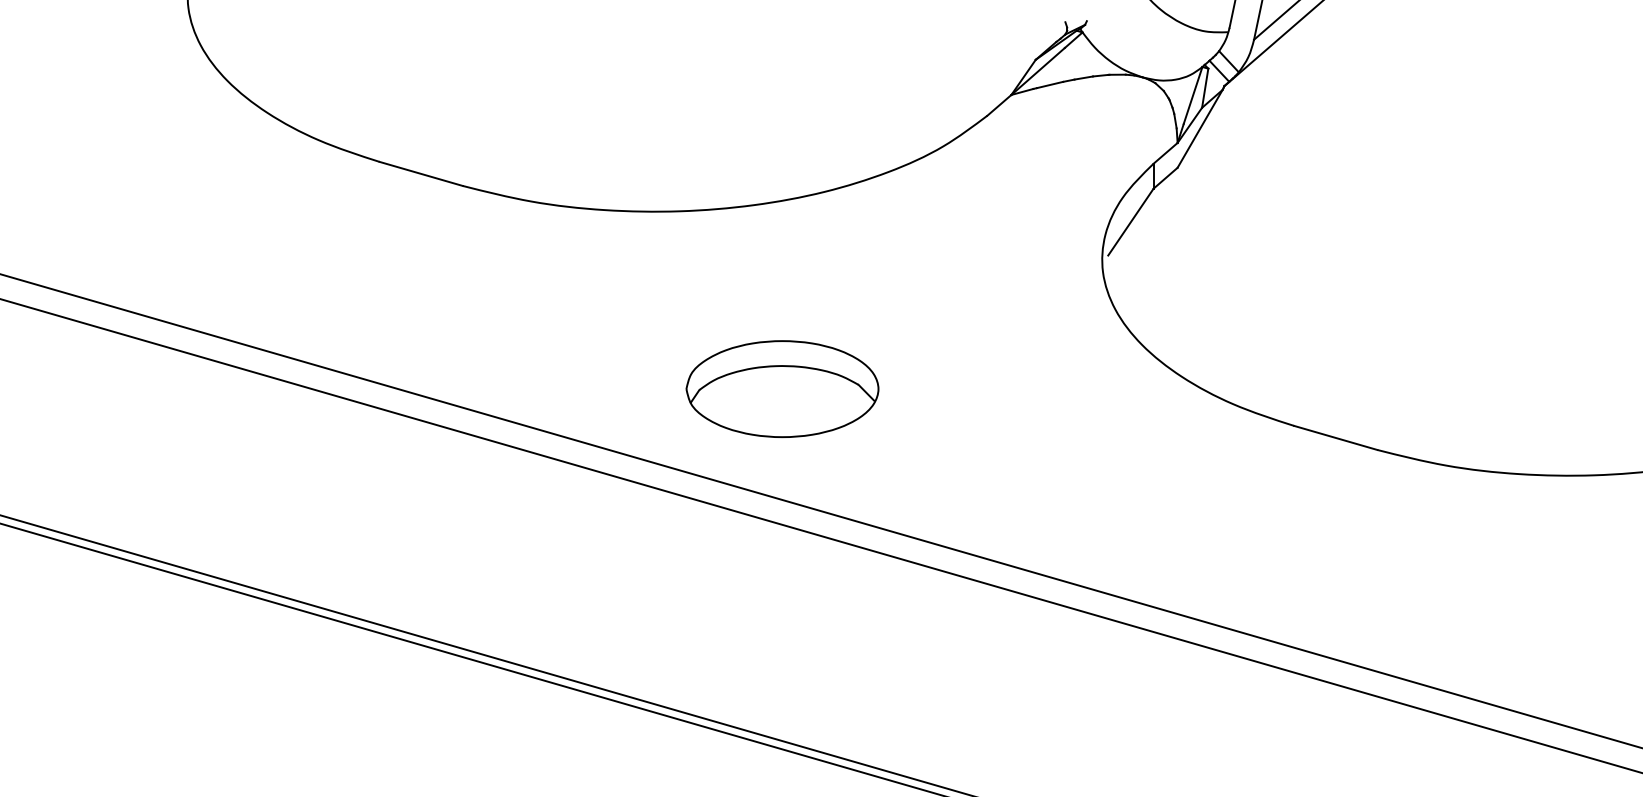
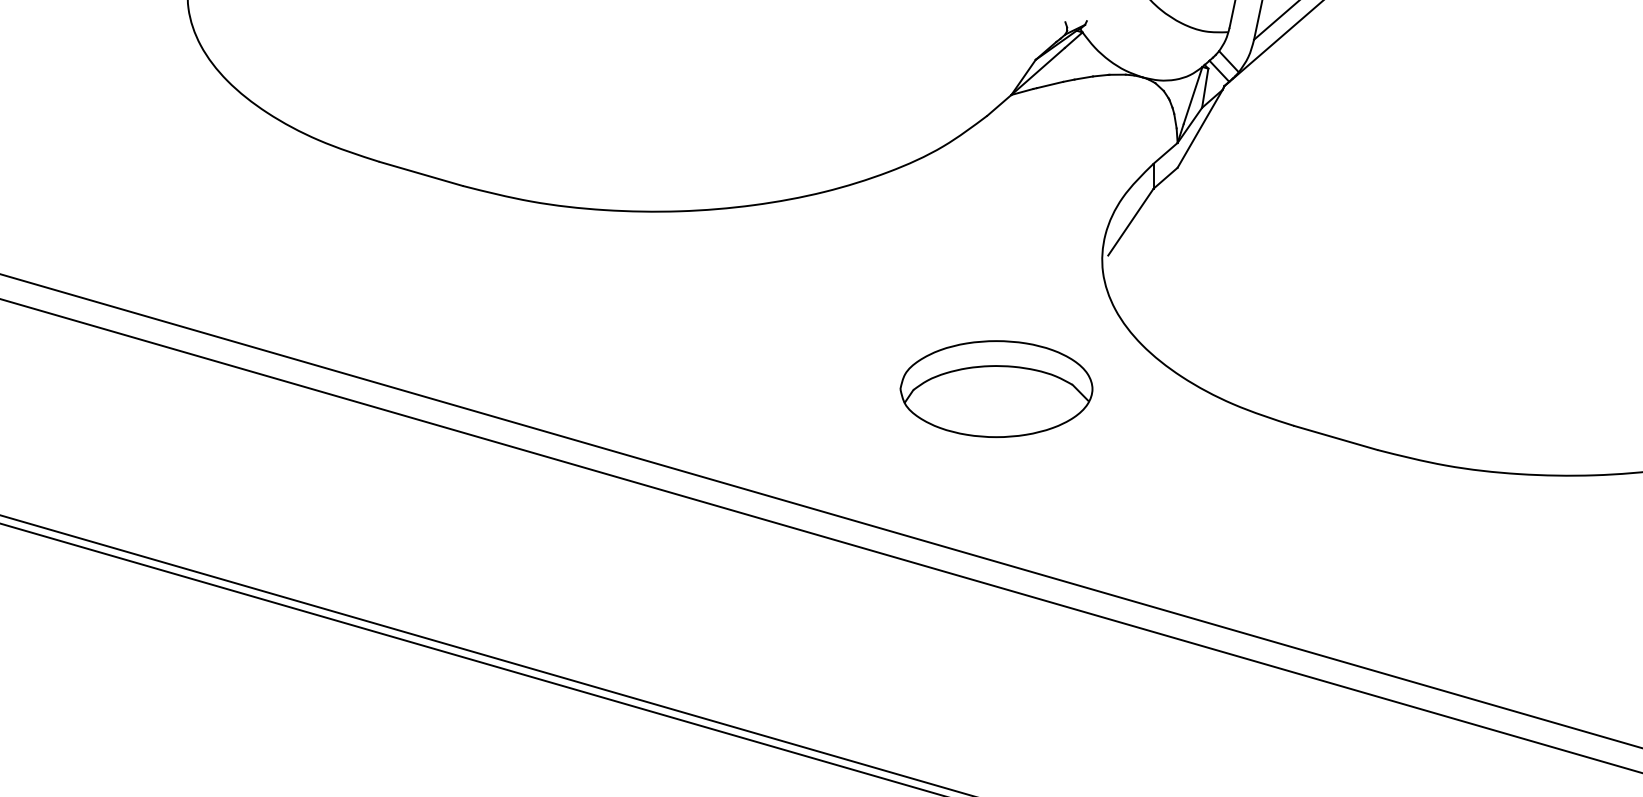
part at (782, 389) position: (782, 389) -> (996, 389)
